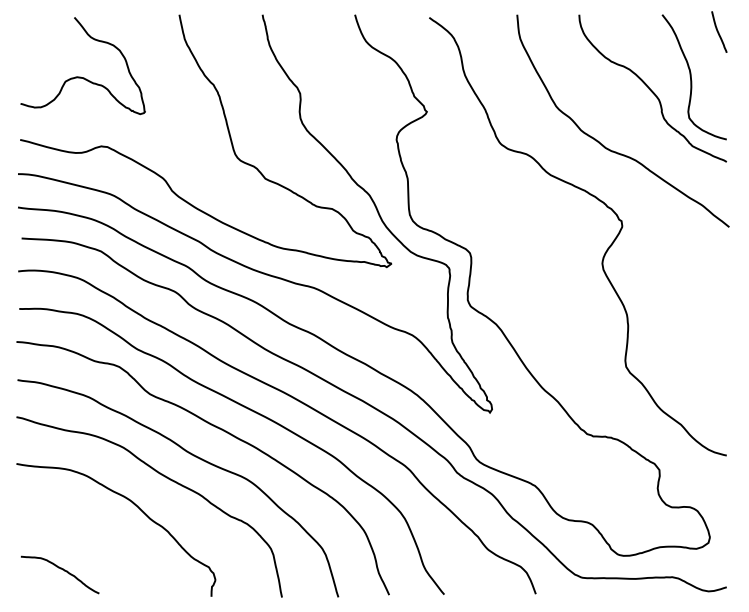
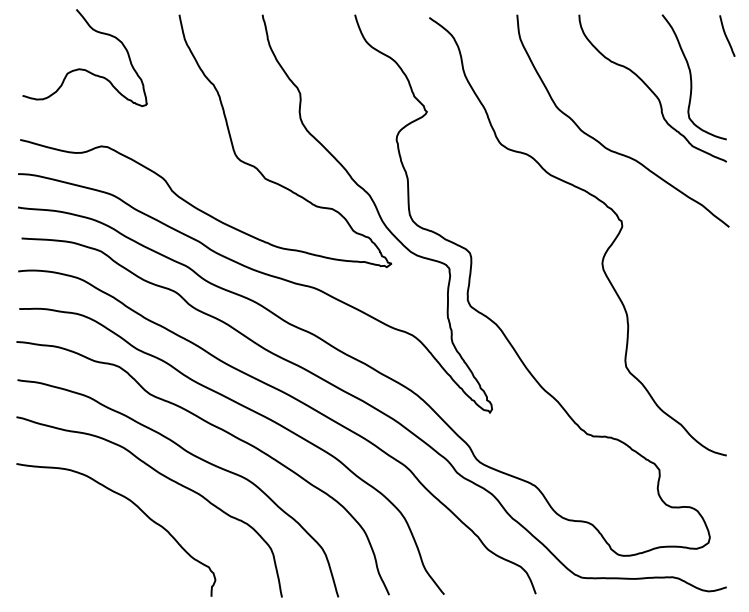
curve at (718, 31) position: (718, 31) -> (726, 35)
curve at (80, 76) position: (80, 76) -> (82, 68)
curve at (62, 570): present -> none
